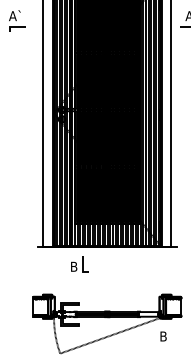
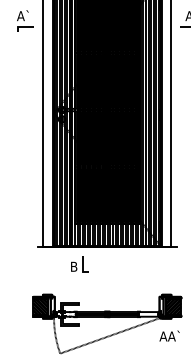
part at (17, 20) position: (17, 20) -> (25, 20)
hatch at (40, 306): none -> present
hatch at (173, 306): none -> present
text at (169, 335): B -> AA`
